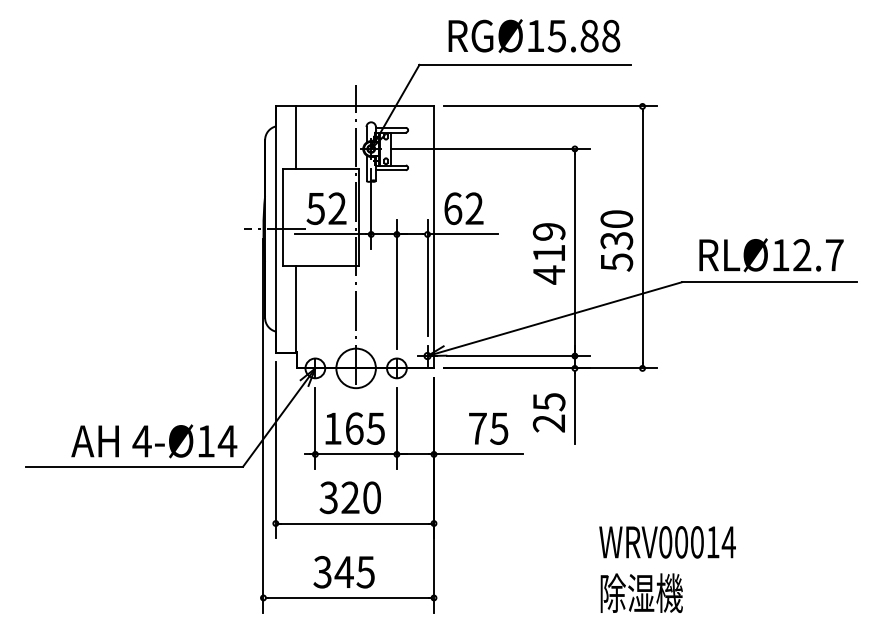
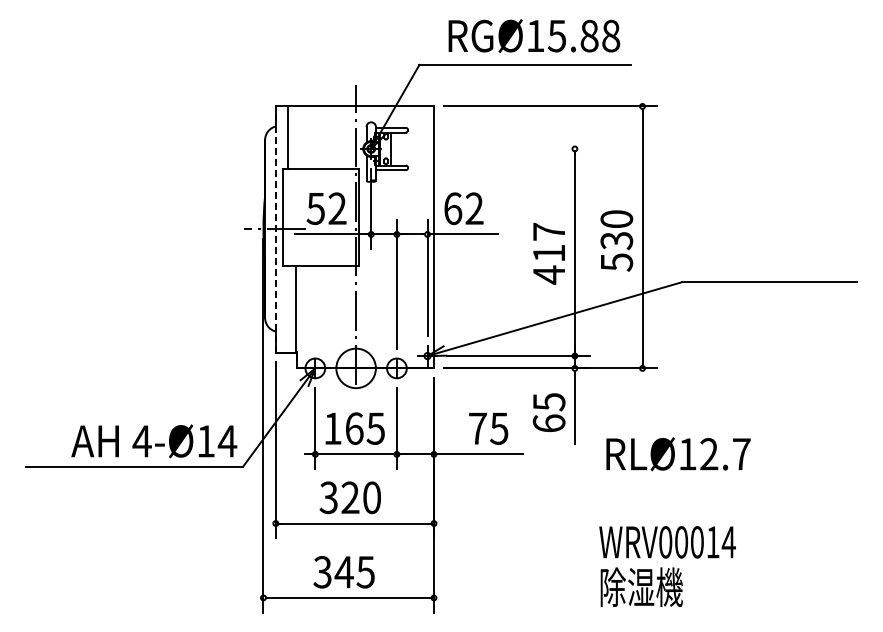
line at (295, 137) position: (295, 137) -> (287, 137)
line at (489, 148): present -> none
line at (275, 229): solid -> dashed
text at (548, 231): 419 -> 417
text at (771, 255) position: (771, 255) -> (678, 454)
text at (548, 423): 25 -> 65
text at (641, 592) position: (641, 592) -> (641, 586)
